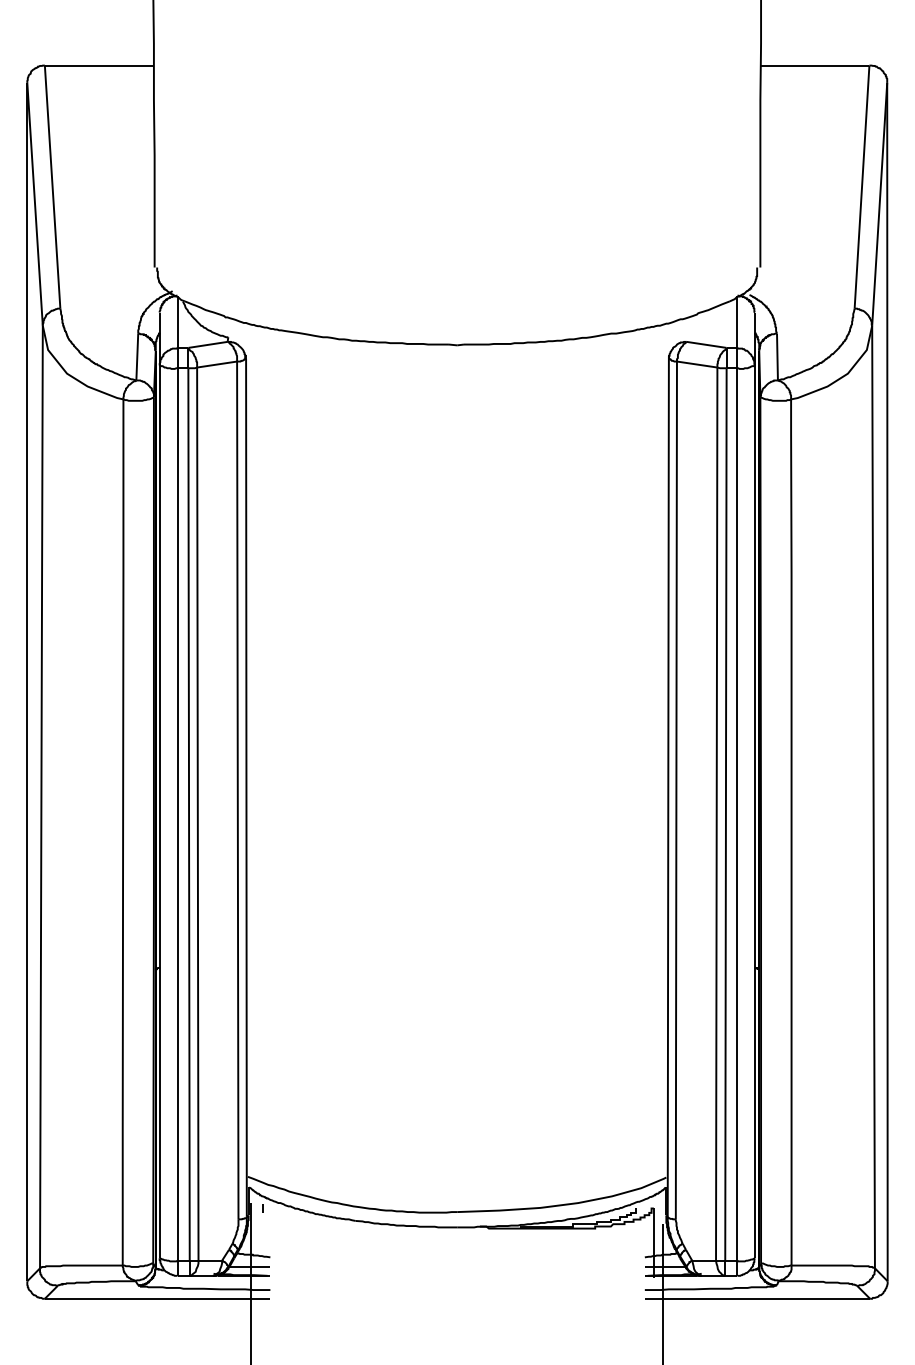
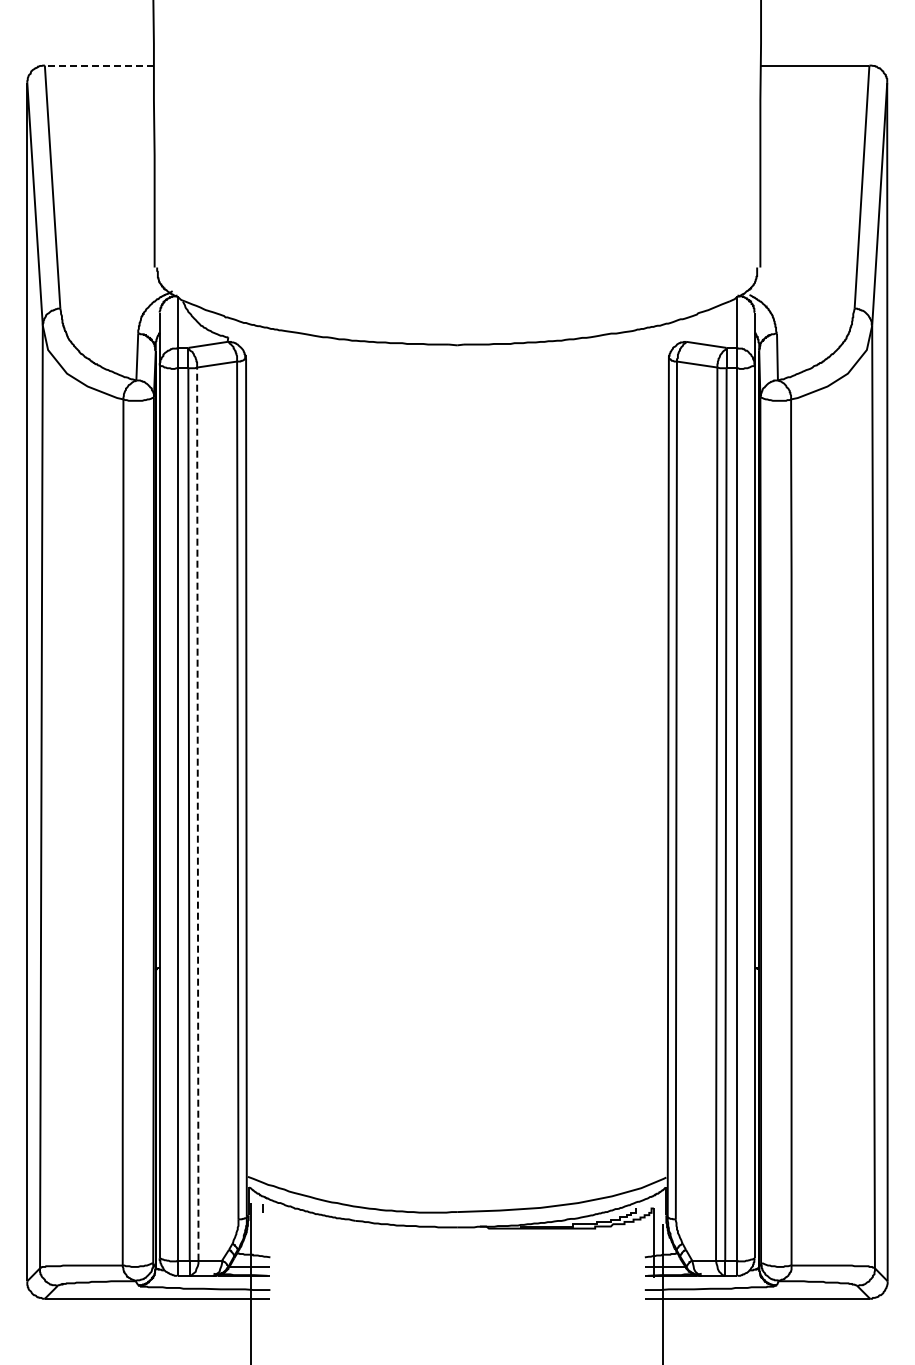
line at (99, 65): solid -> dashed
line at (197, 814): solid -> dashed
